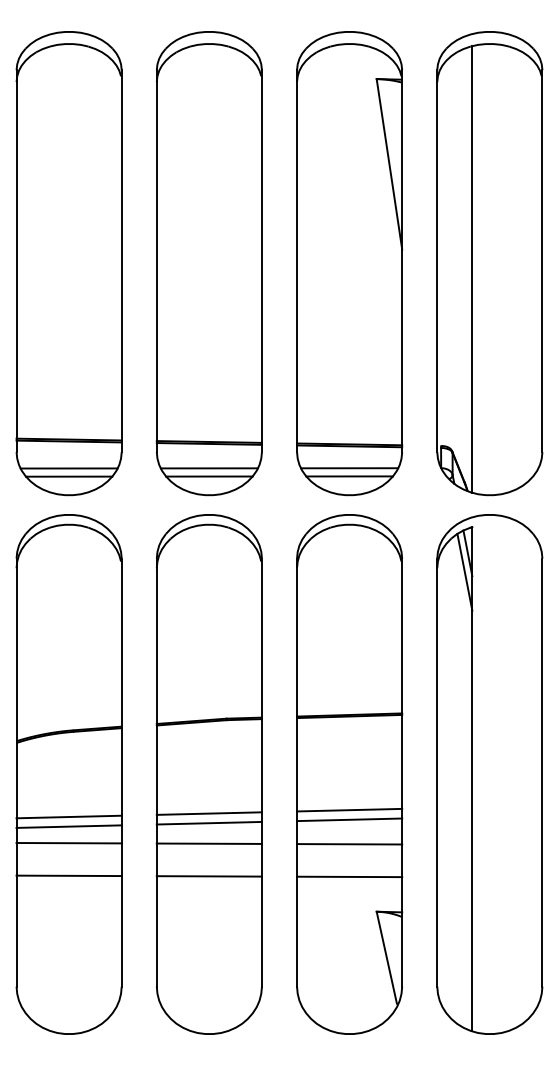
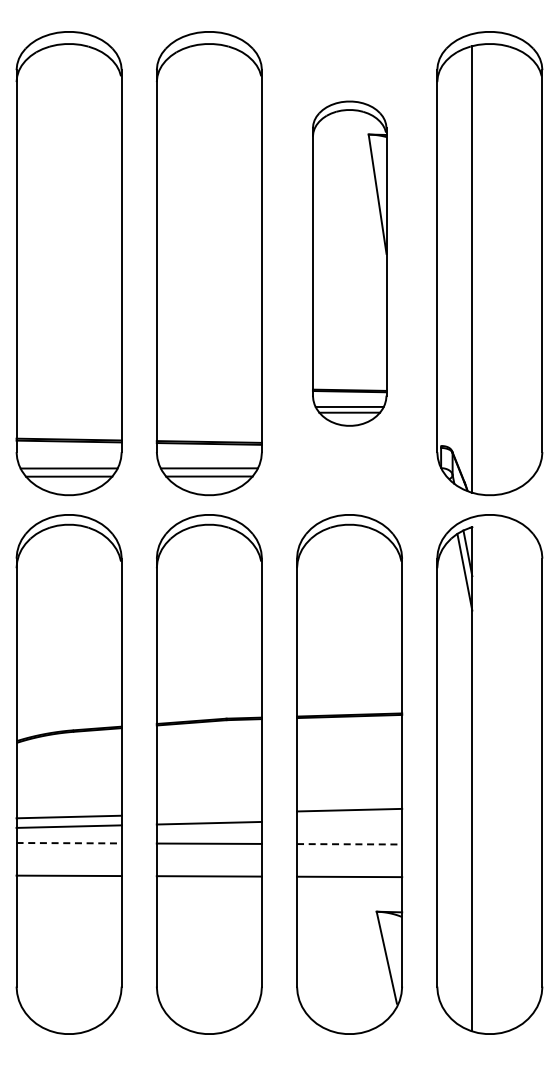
part at (349, 263) size: 108x466 px -> 76x327 px
line at (208, 813): present -> none
line at (349, 819): present -> none
line at (69, 843): solid -> dashed
line at (349, 844): solid -> dashed
